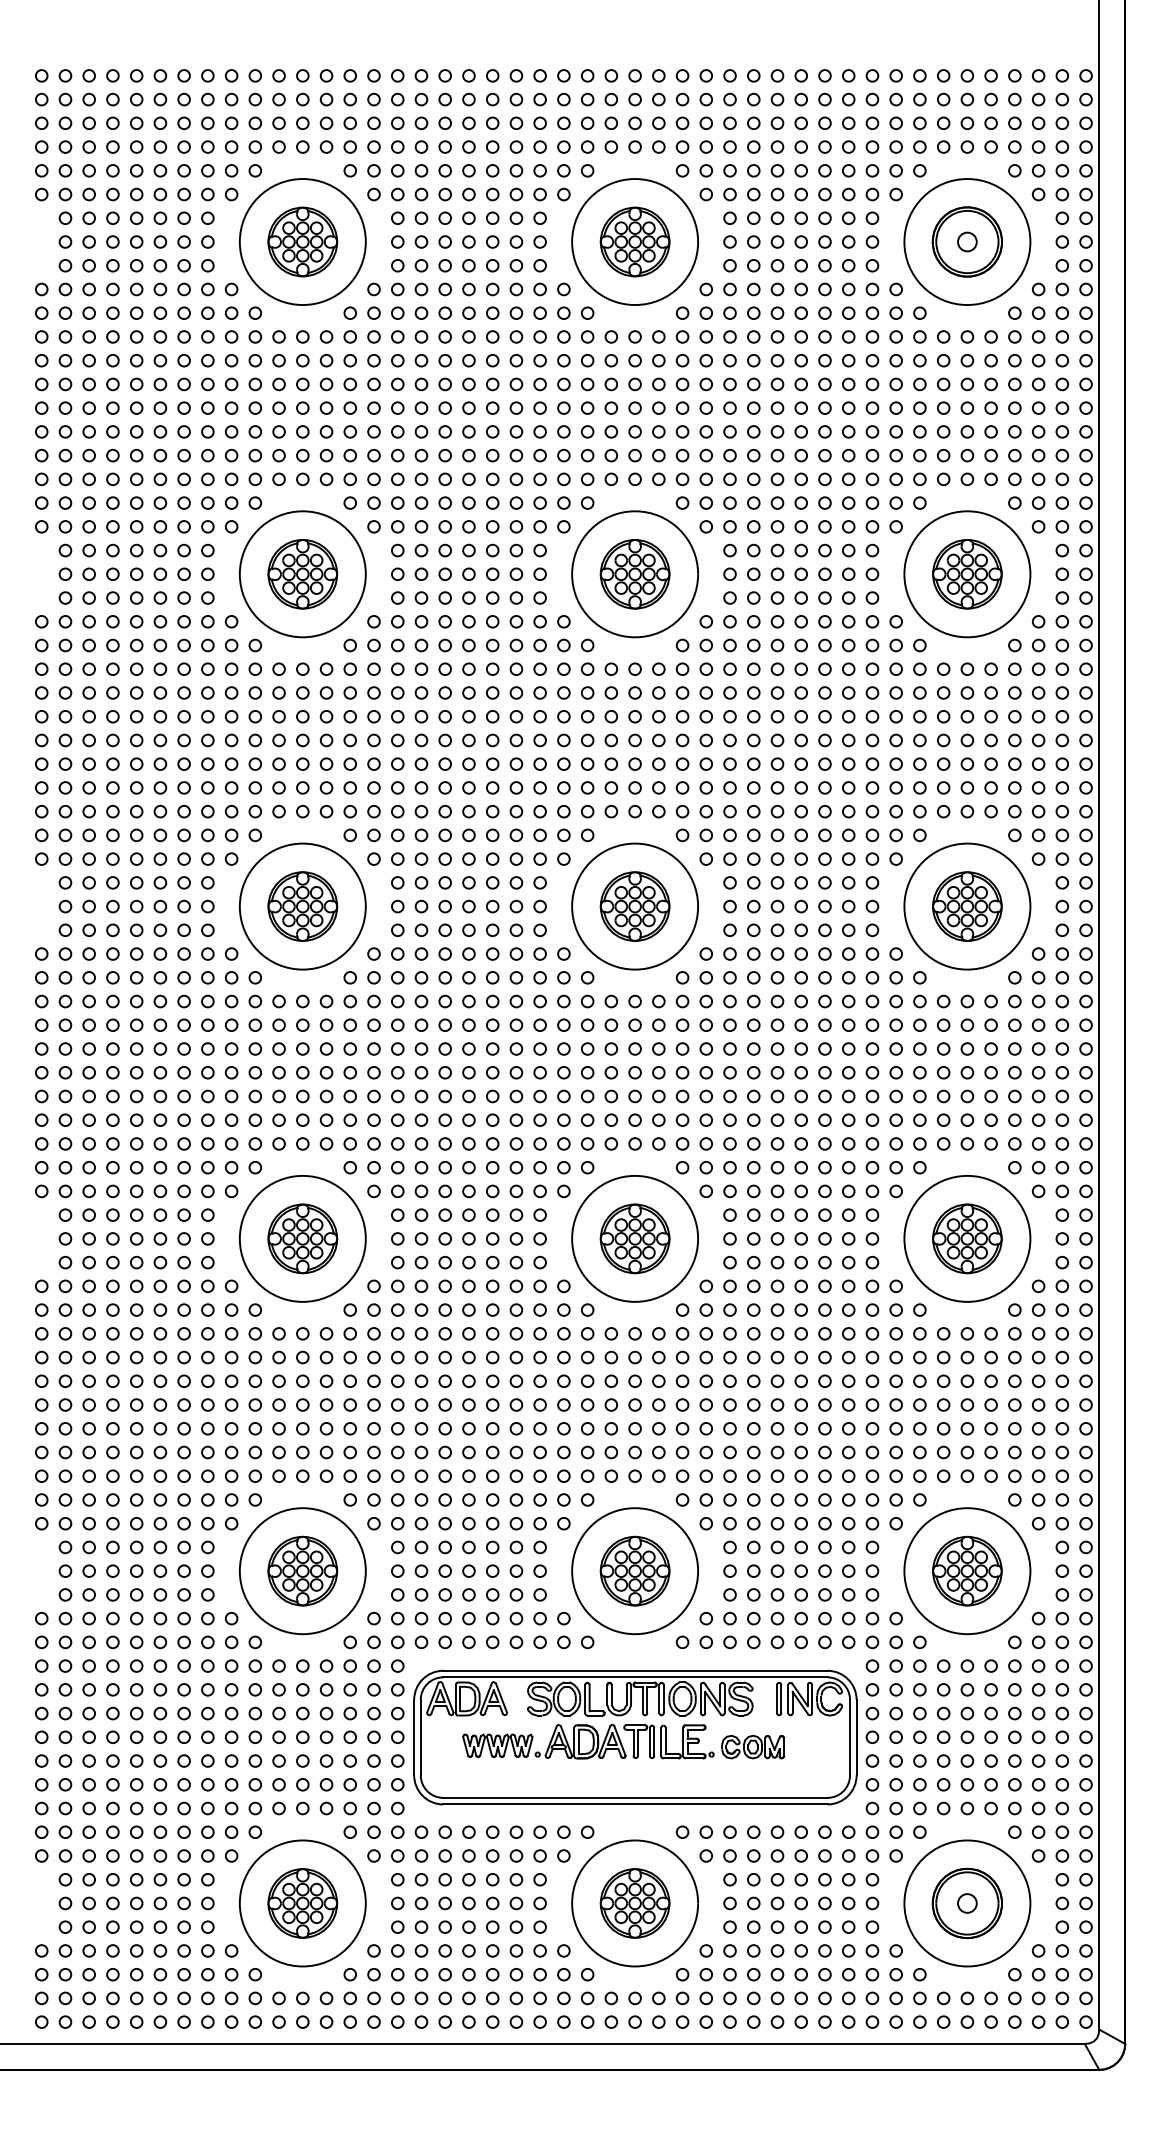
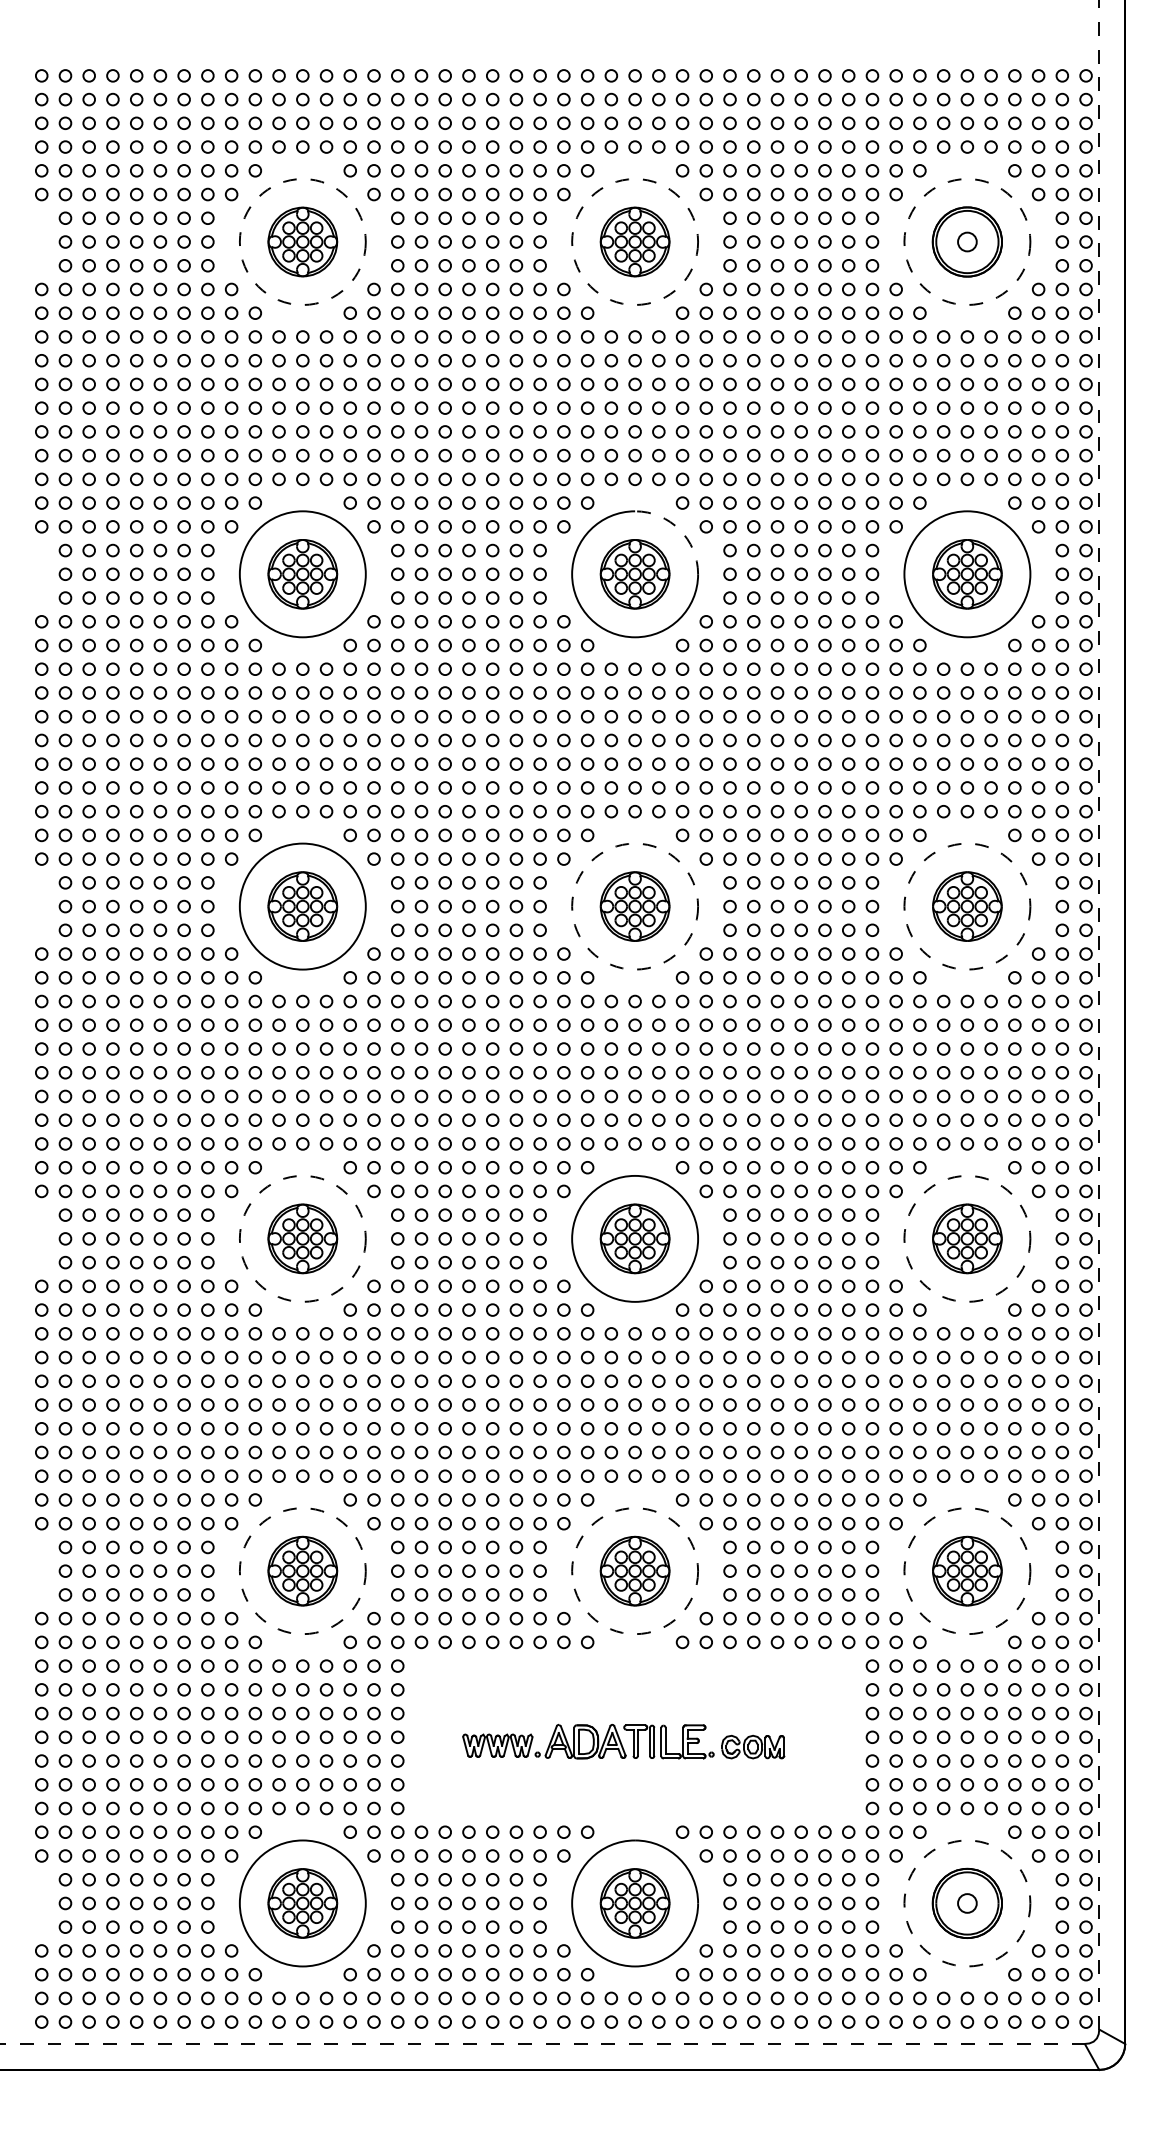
circle at (302, 242): solid -> dashed
circle at (635, 242): solid -> dashed
circle at (967, 242): solid -> dashed
arc at (679, 529): solid -> dashed
circle at (635, 906): solid -> dashed
circle at (967, 906): solid -> dashed
line at (1099, 1014): solid -> dashed
circle at (302, 1238): solid -> dashed
circle at (967, 1238): solid -> dashed
circle at (302, 1571): solid -> dashed
circle at (635, 1571): solid -> dashed
circle at (967, 1571): solid -> dashed
part at (635, 1737): present -> none
circle at (967, 1903): solid -> dashed
line at (542, 2043): solid -> dashed
